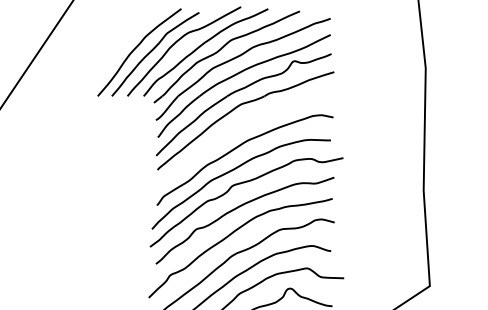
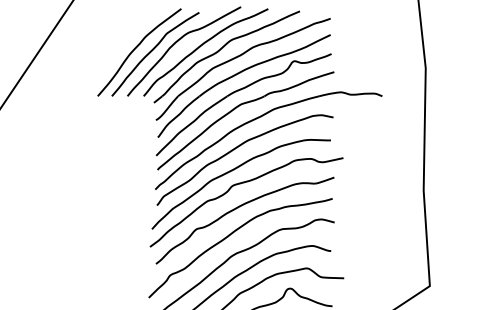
part at (257, 119): none -> present
